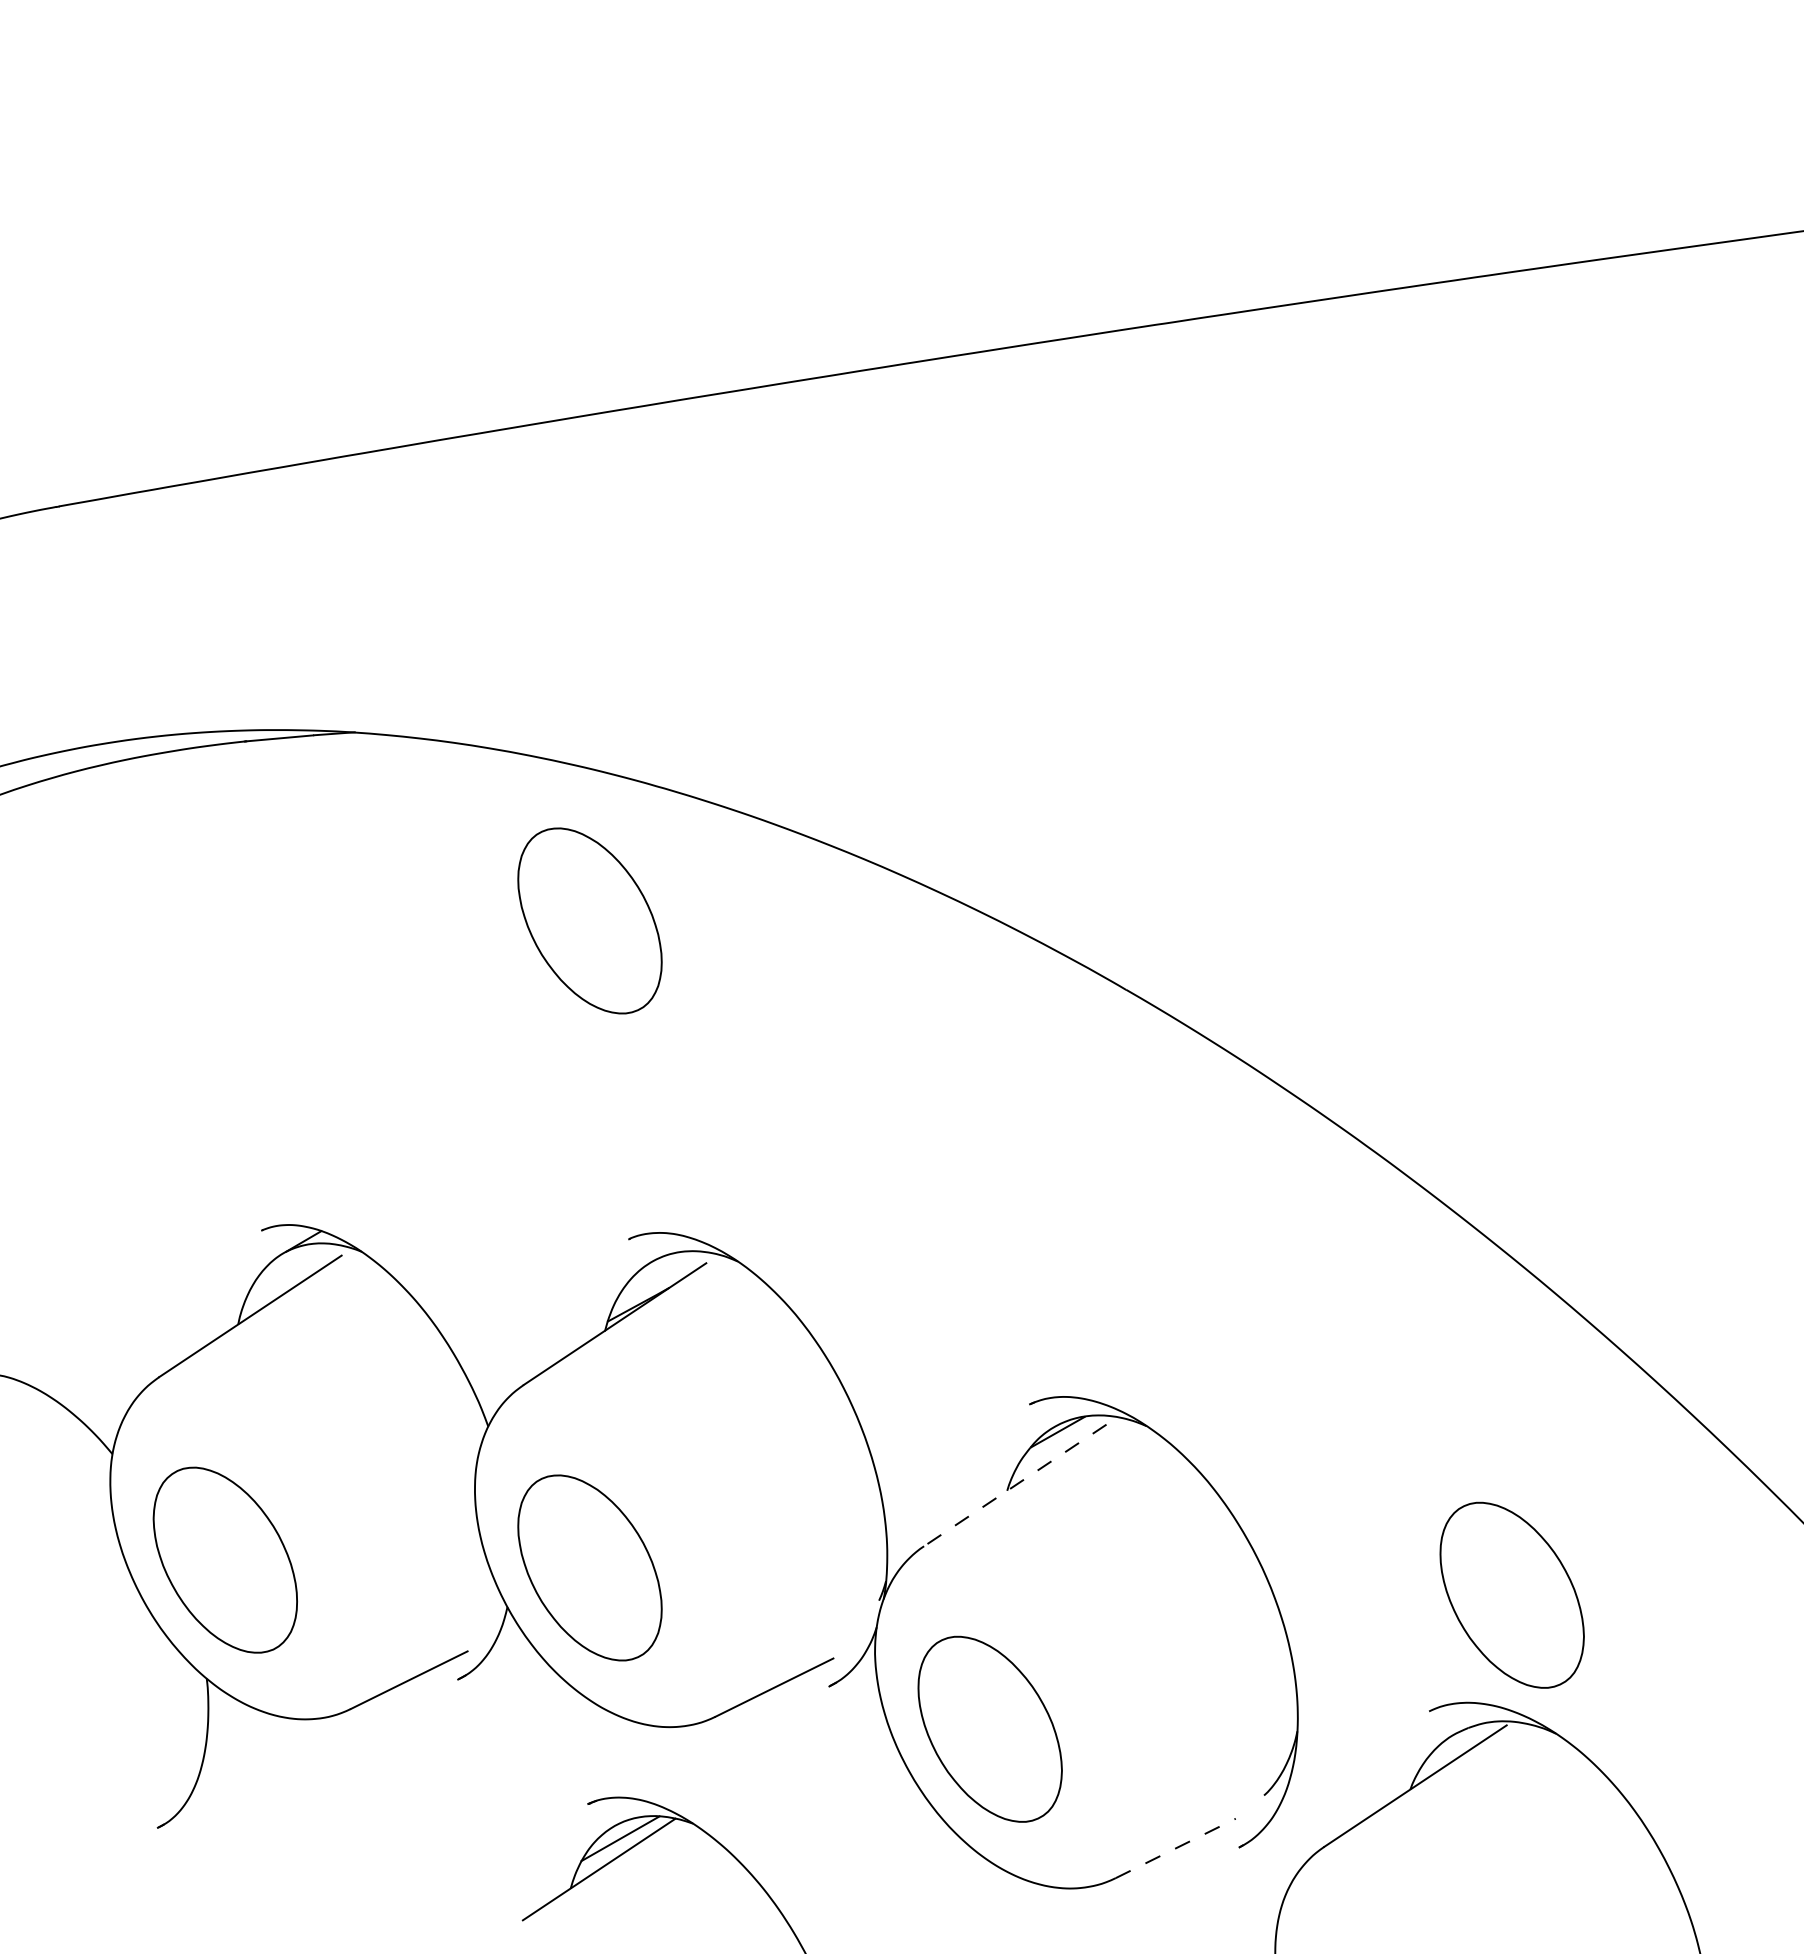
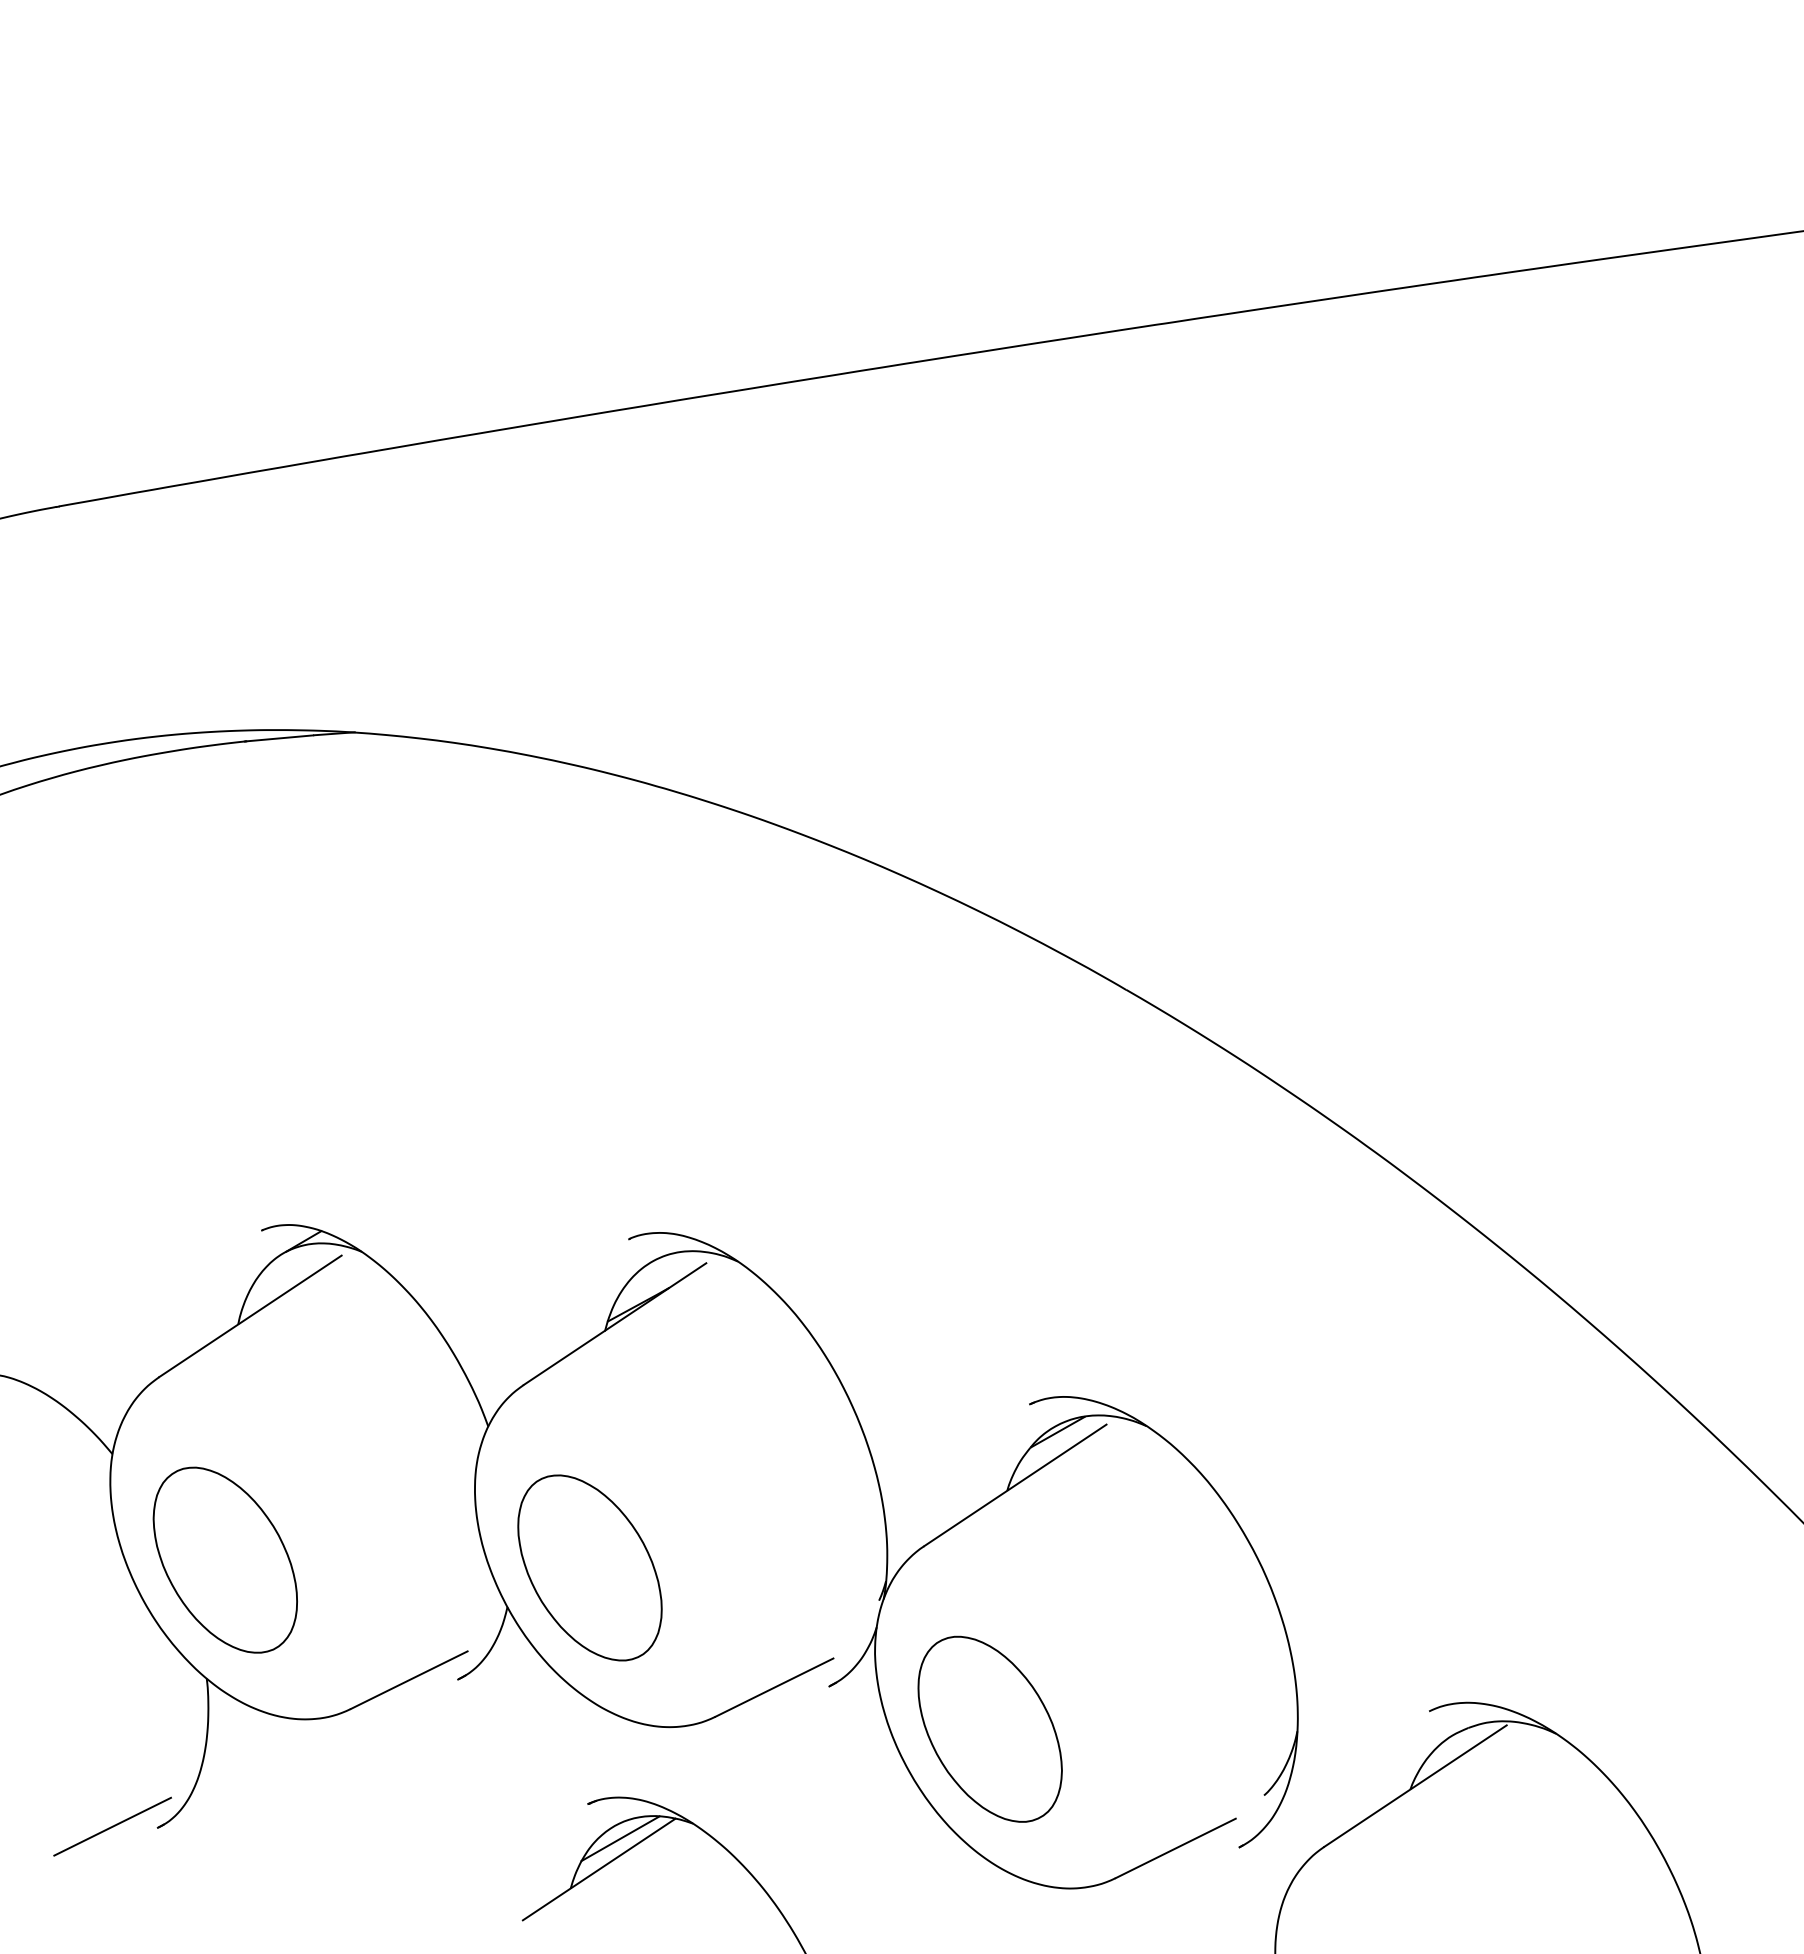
part at (589, 920): present -> none
line at (1015, 1485): dashed -> solid
part at (1511, 1594): present -> none
line at (112, 1826): none -> present
line at (1175, 1848): dashed -> solid
